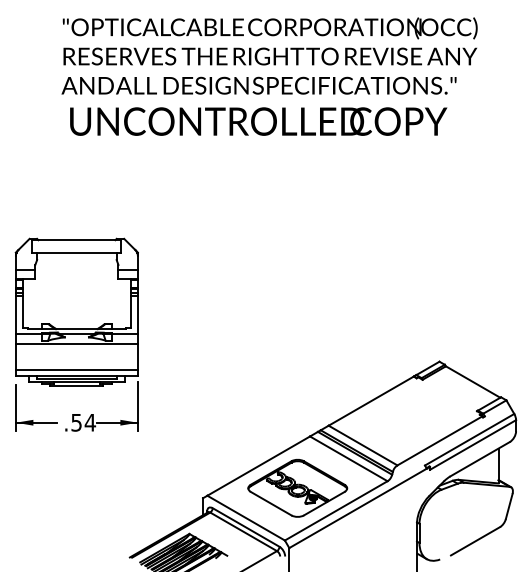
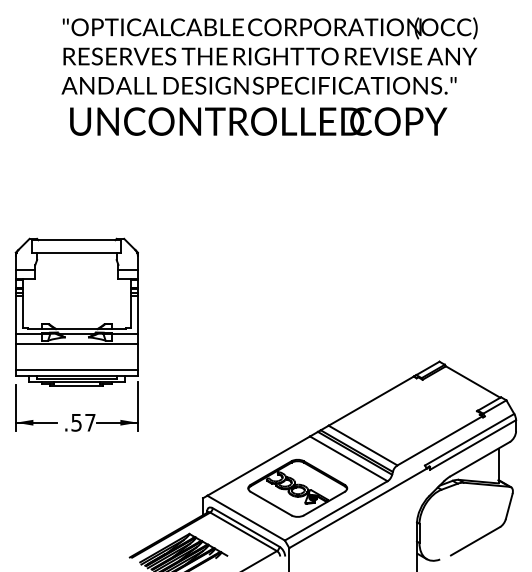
text at (90, 422): .54 -> .57
